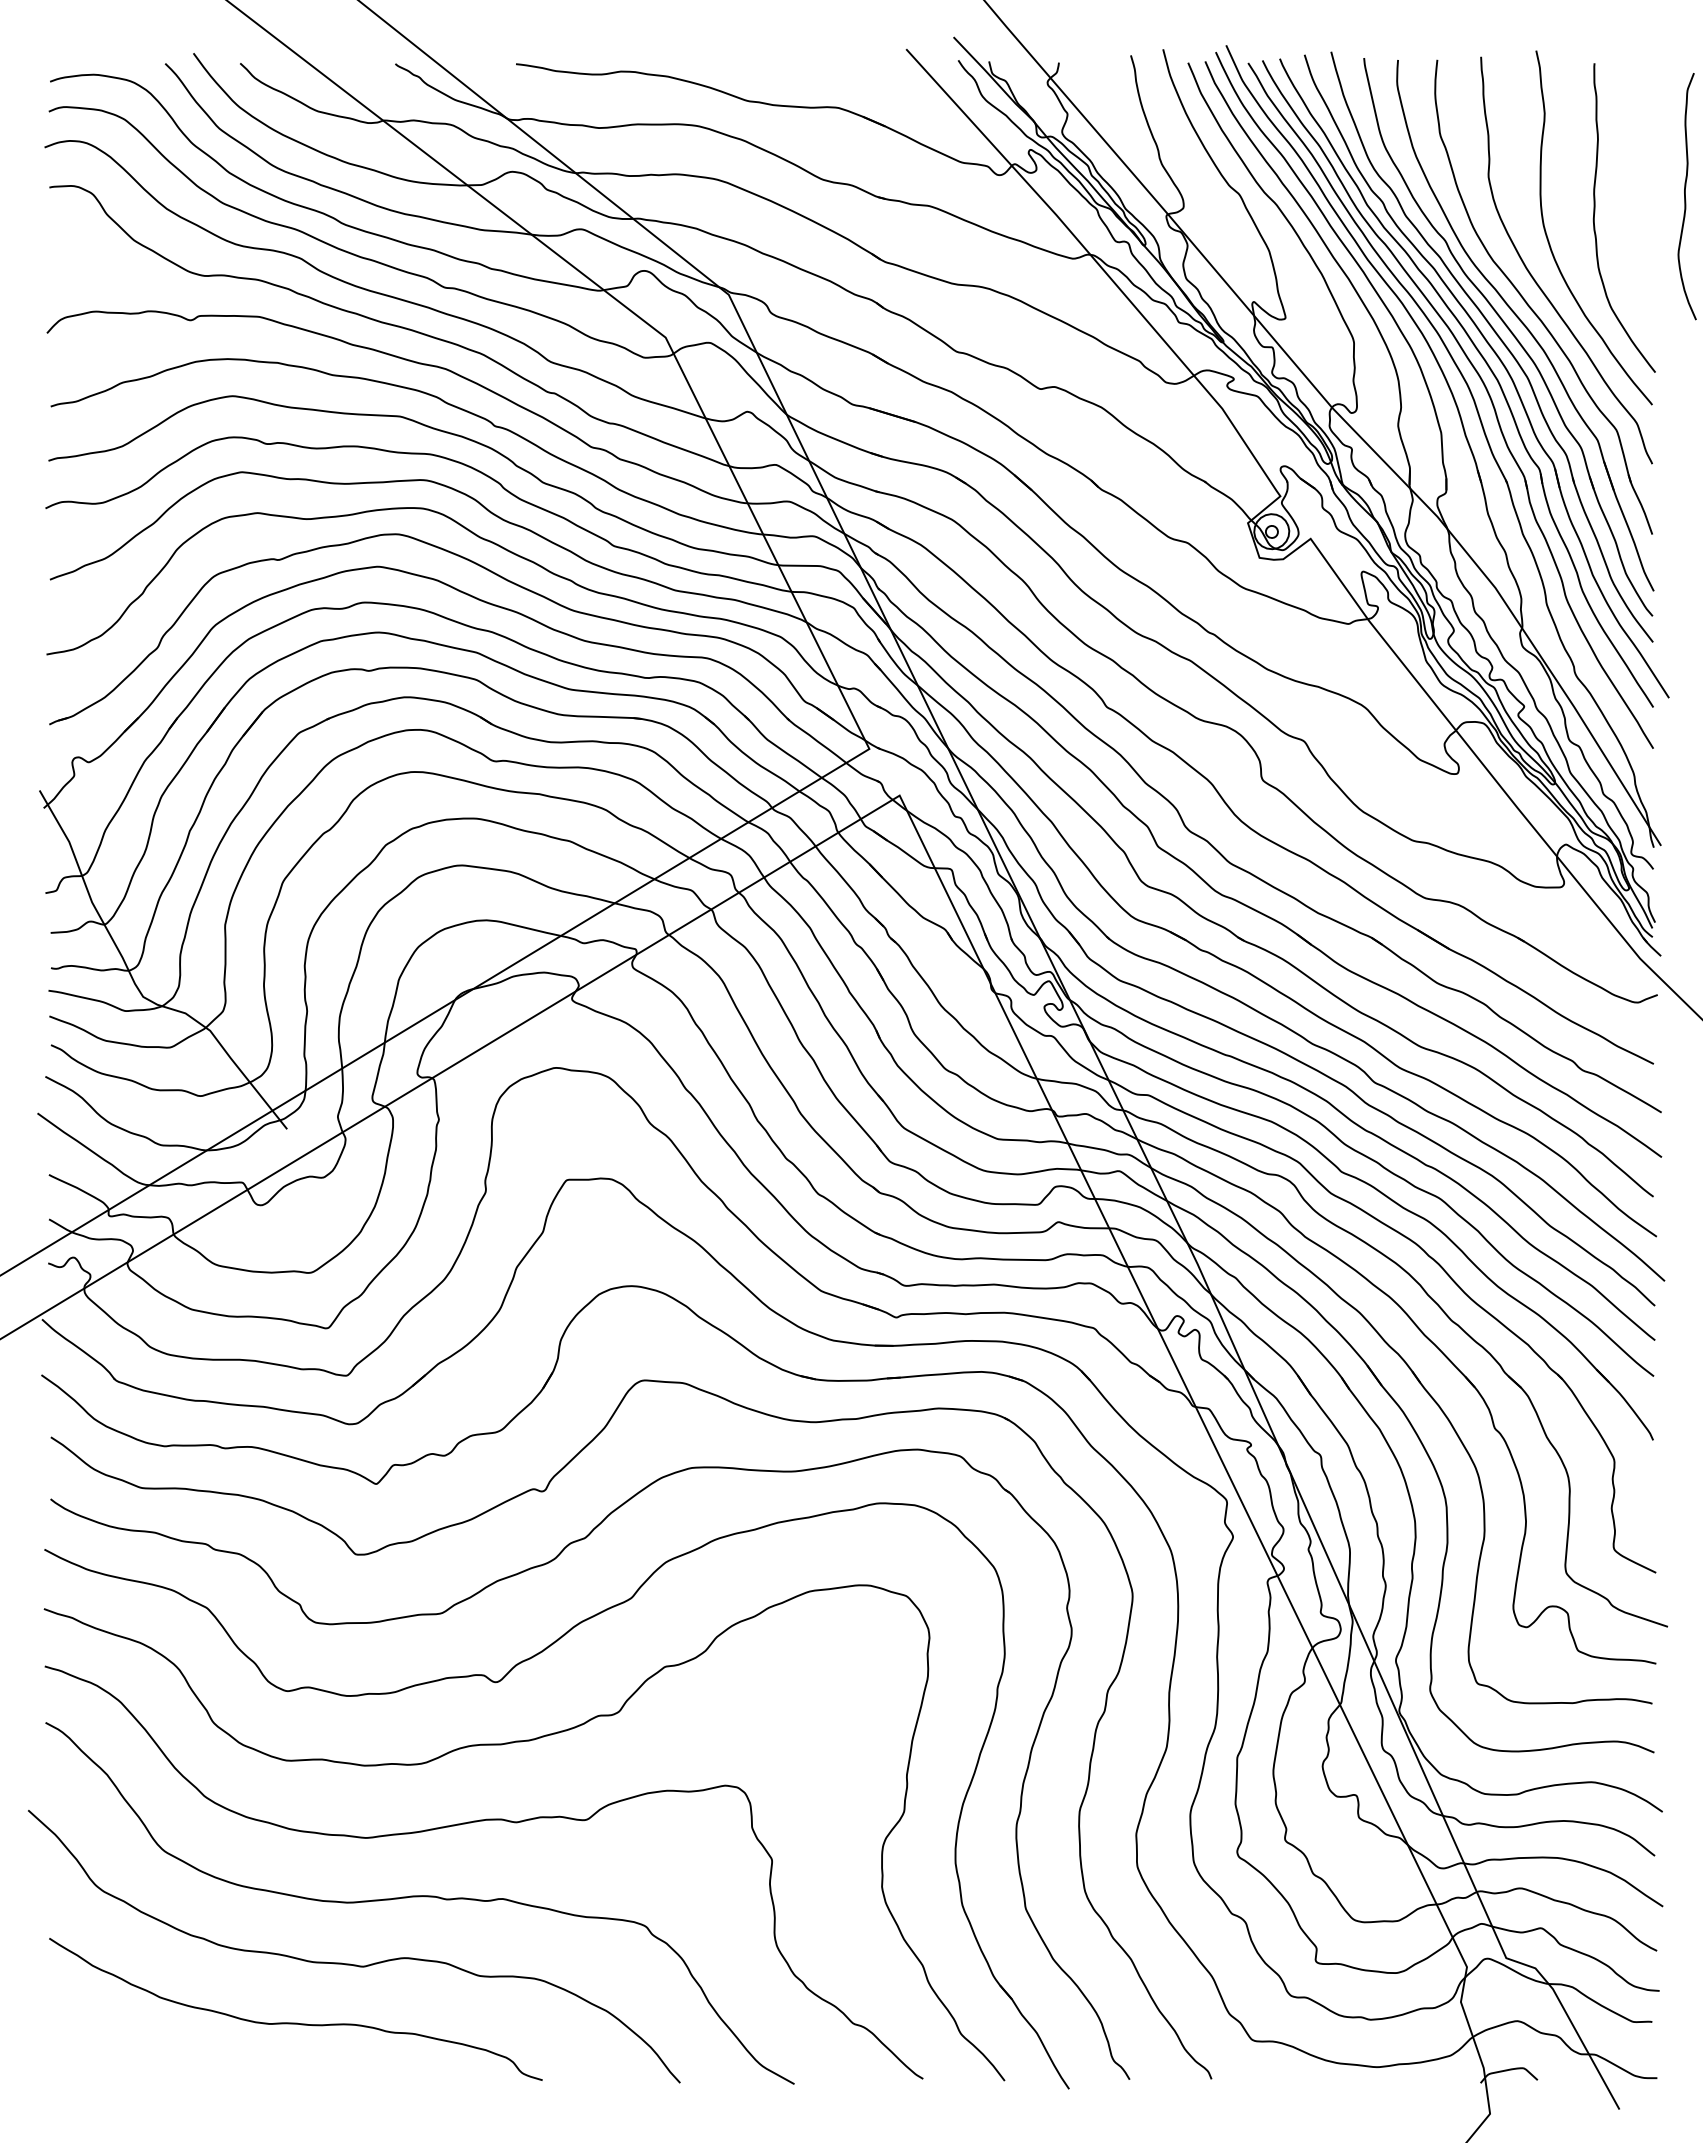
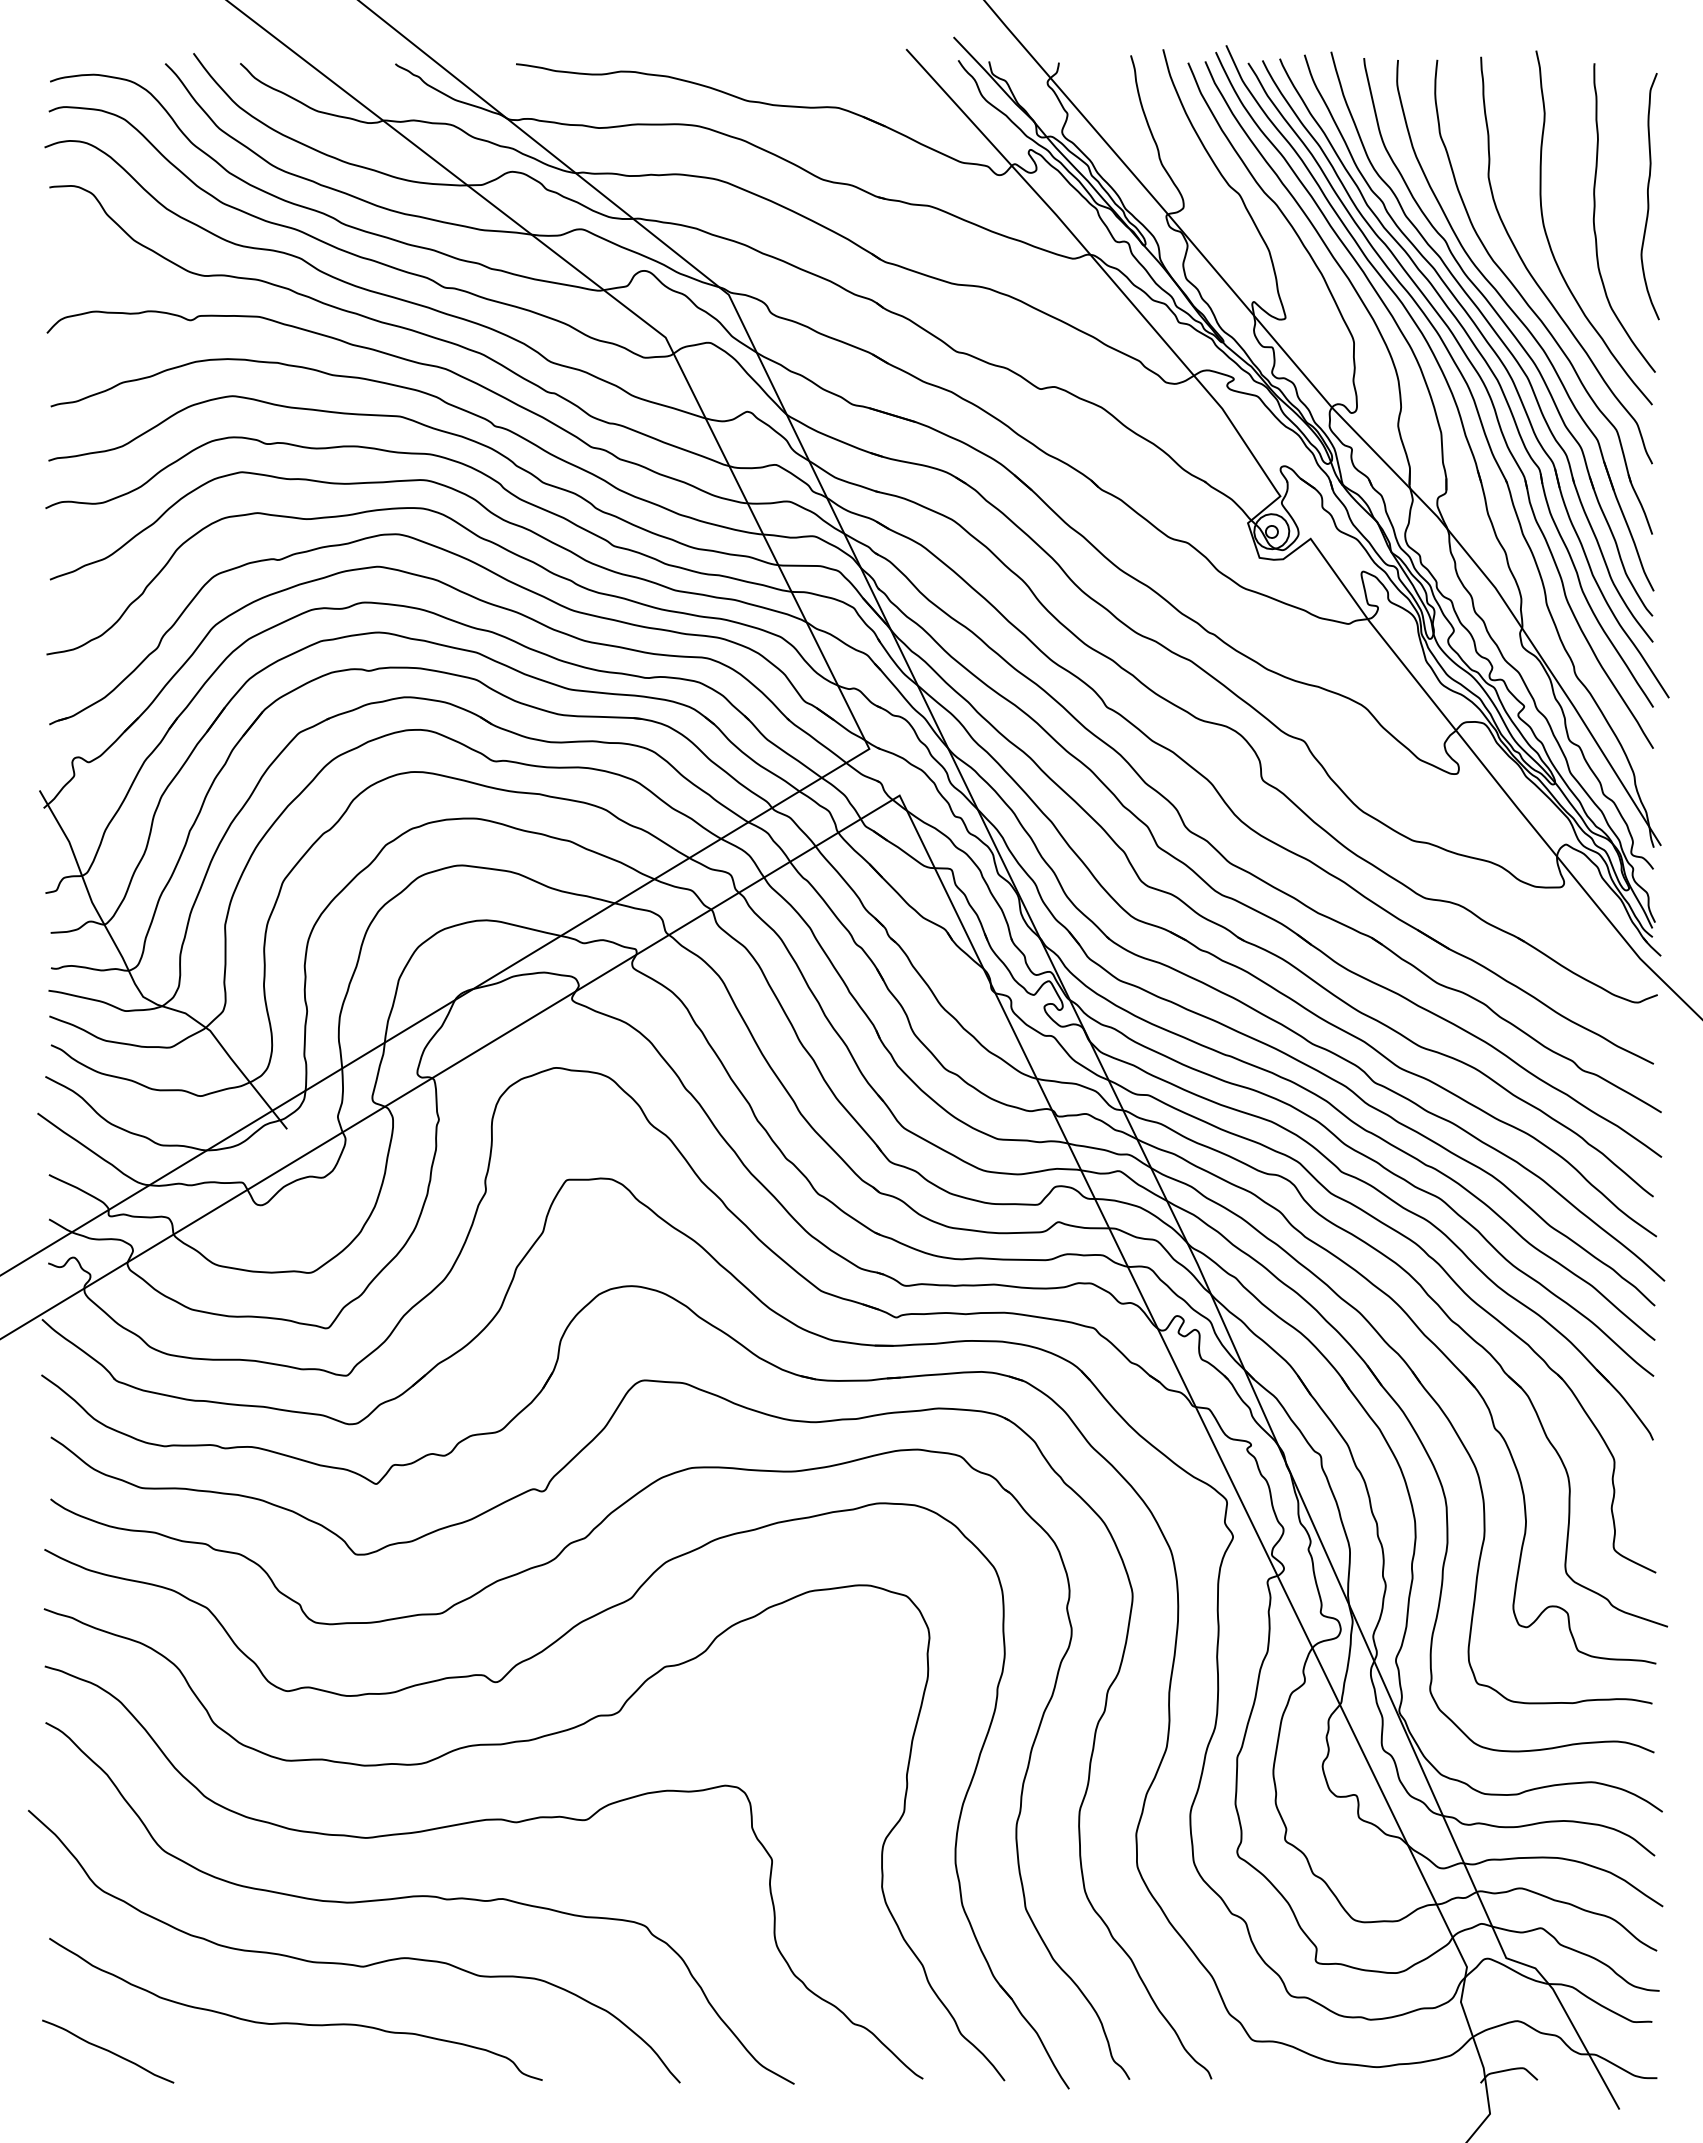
curve at (1685, 196) position: (1685, 196) -> (1648, 196)
curve at (108, 2051): none -> present
